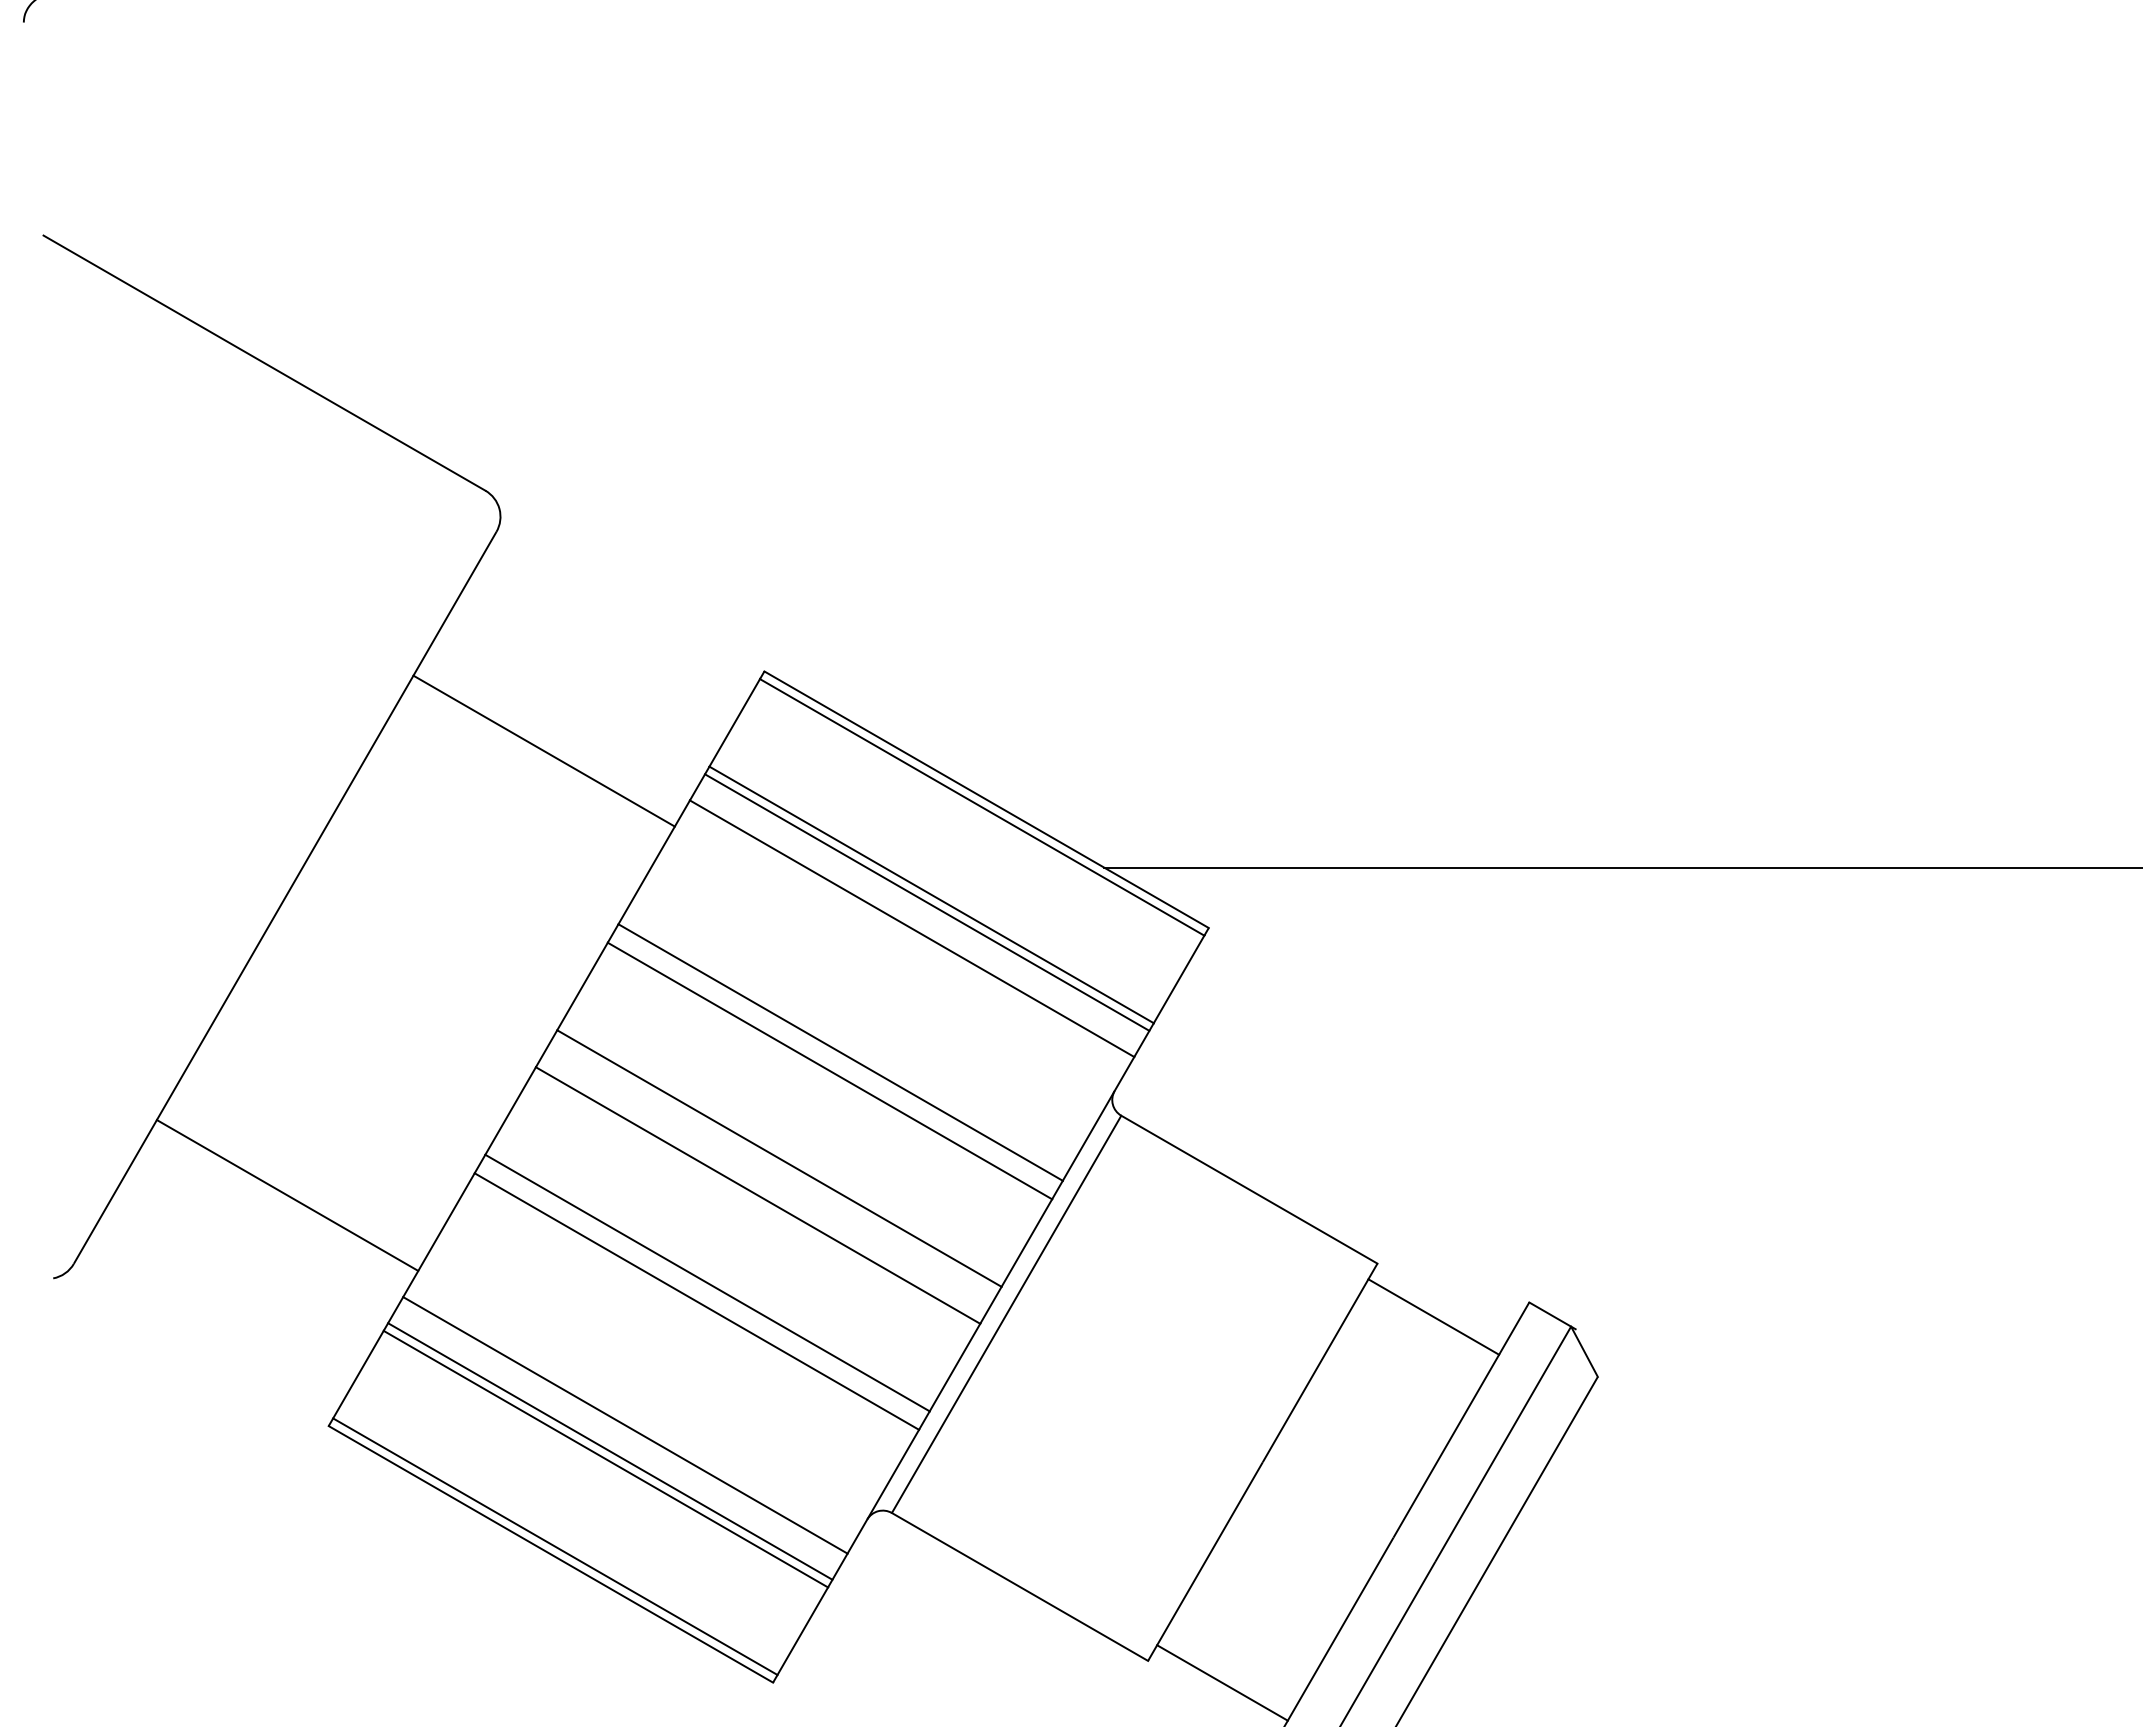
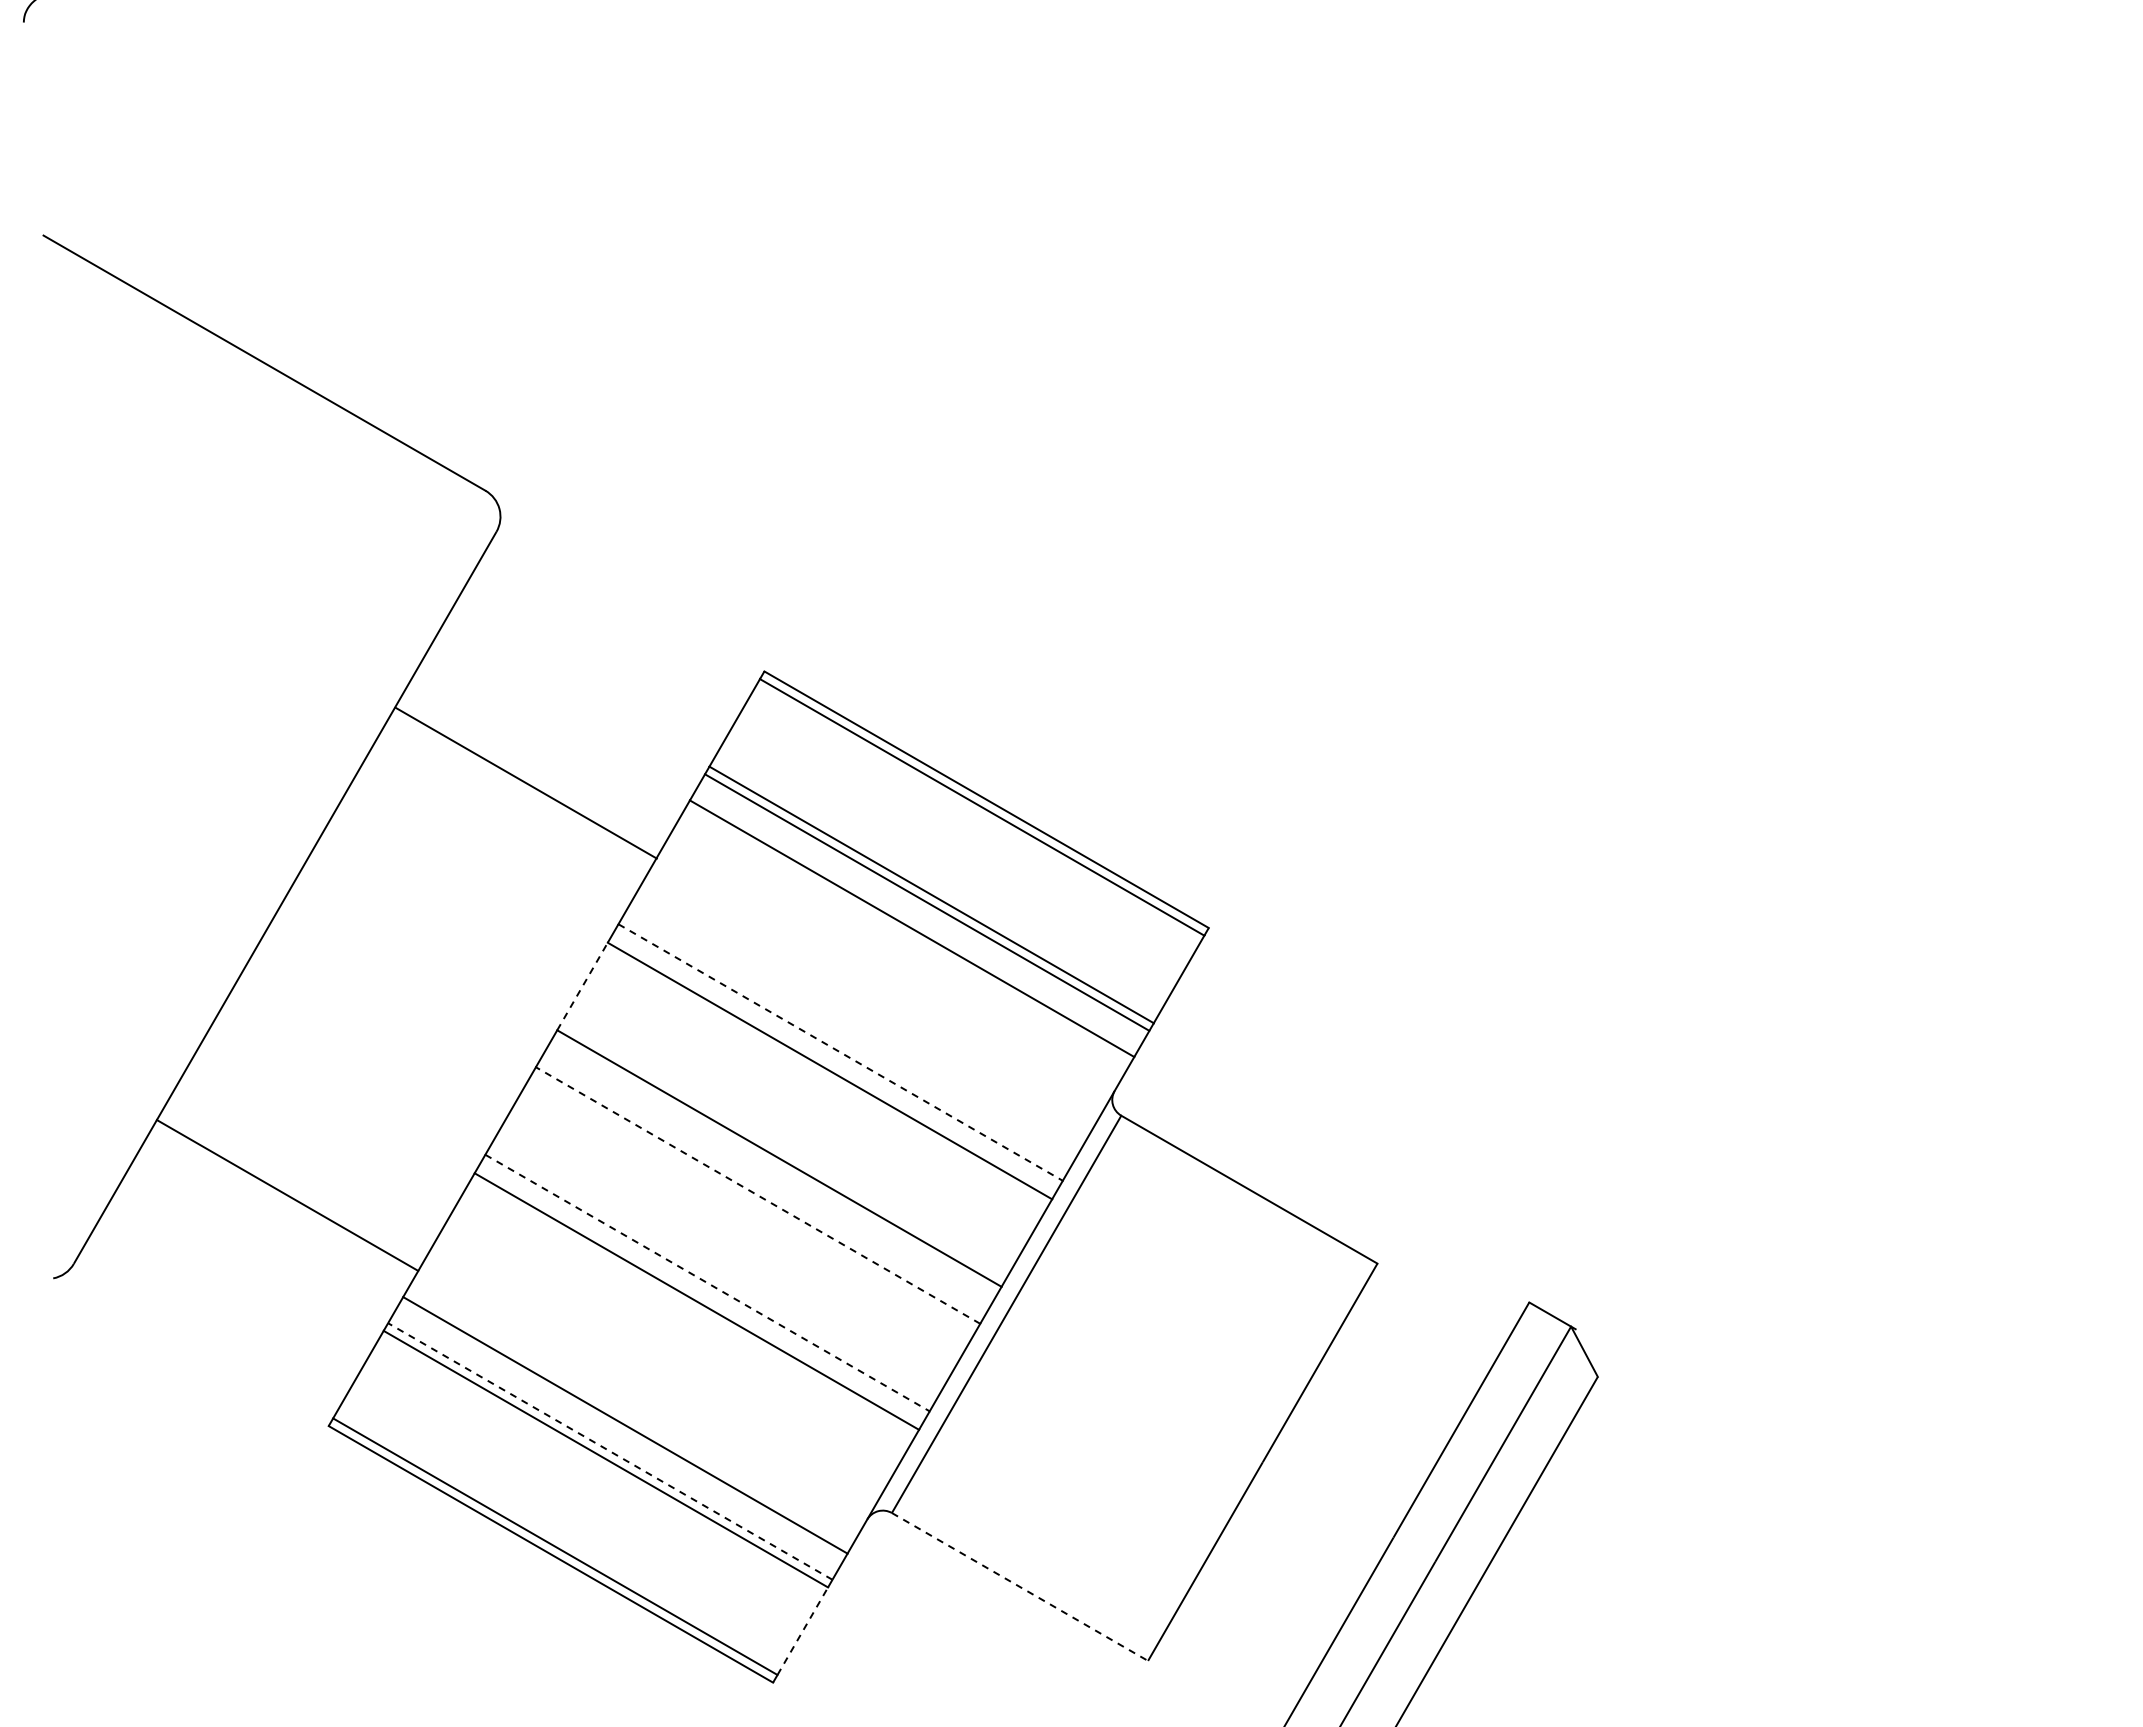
line at (543, 750) position: (543, 750) -> (525, 782)
line at (1621, 867): present -> none
line at (582, 986): solid -> dashed
line at (840, 1052): solid -> dashed
line at (758, 1195): solid -> dashed
line at (707, 1283): solid -> dashed
line at (1433, 1316): present -> none
line at (610, 1451): solid -> dashed
line at (1020, 1586): solid -> dashed
line at (802, 1631): solid -> dashed
line at (1222, 1682): present -> none
